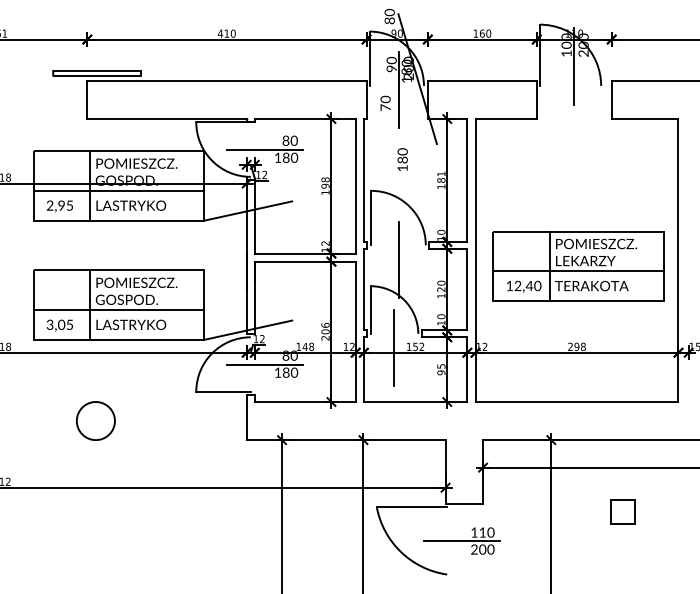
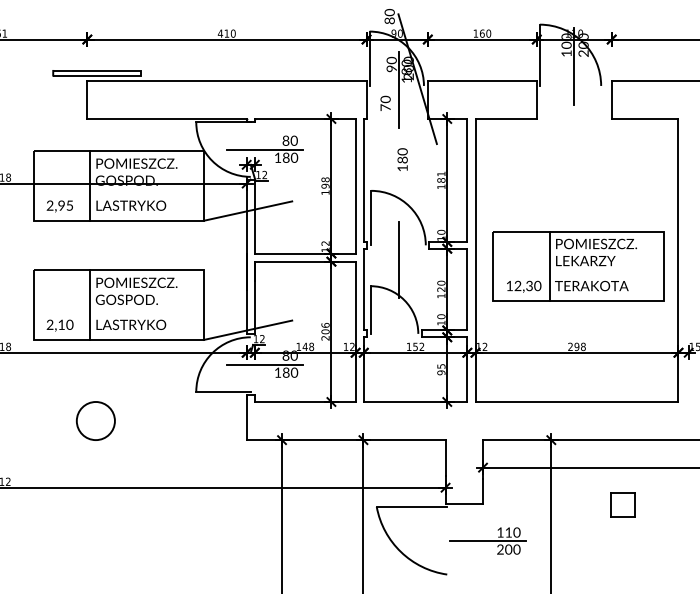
line at (118, 190): present -> none
line at (578, 271): present -> none
text at (529, 285): 12,40 -> 12,30
line at (118, 309): present -> none
text at (59, 324): 3,05 -> 2,10
line at (394, 348): present -> none
part at (622, 511) position: (622, 511) -> (622, 504)
part at (461, 540) position: (461, 540) -> (487, 540)
